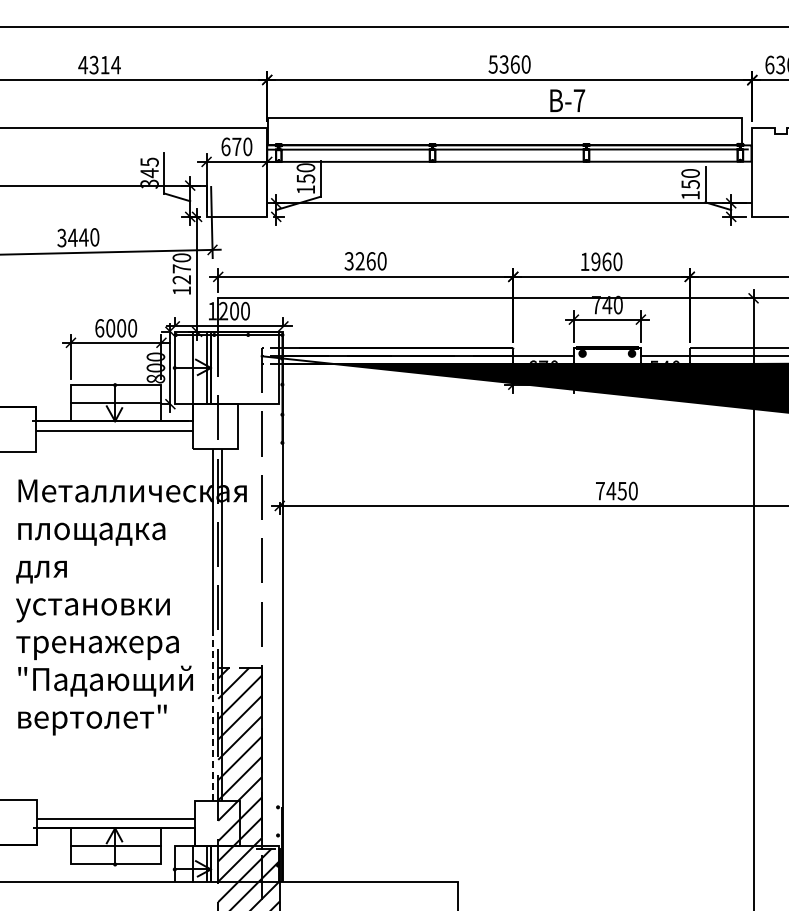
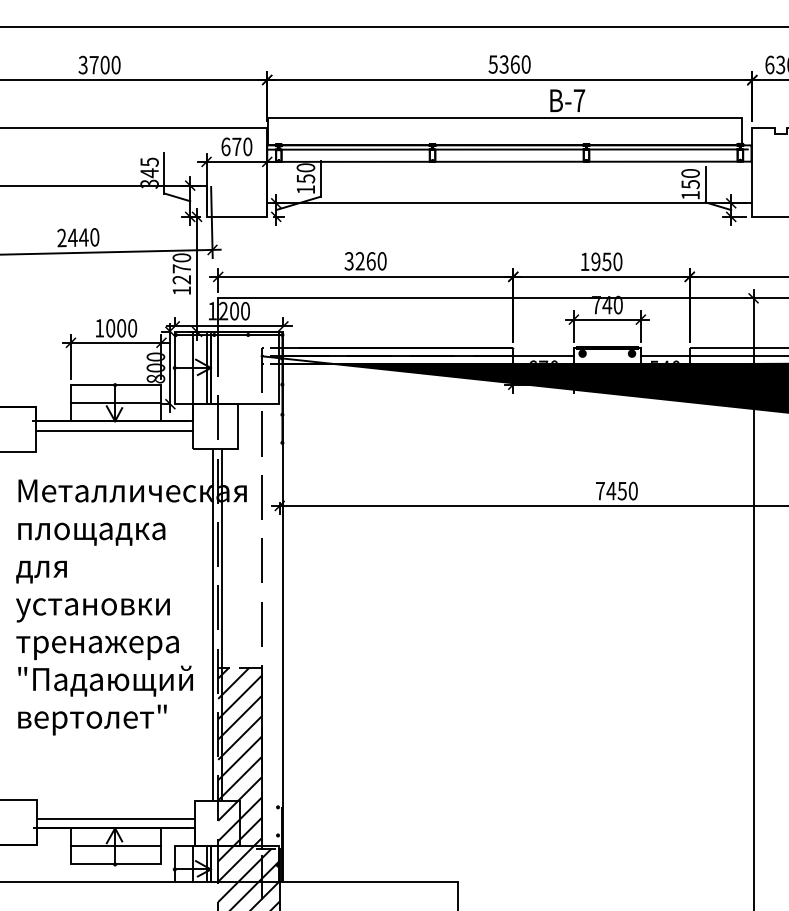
text at (99, 64): 4314 -> 3700
text at (61, 238): 3440 -> 2440
text at (606, 261): 1960 -> 1950
text at (99, 328): 6000 -> 1000
line at (213, 717): dashed -> solid
